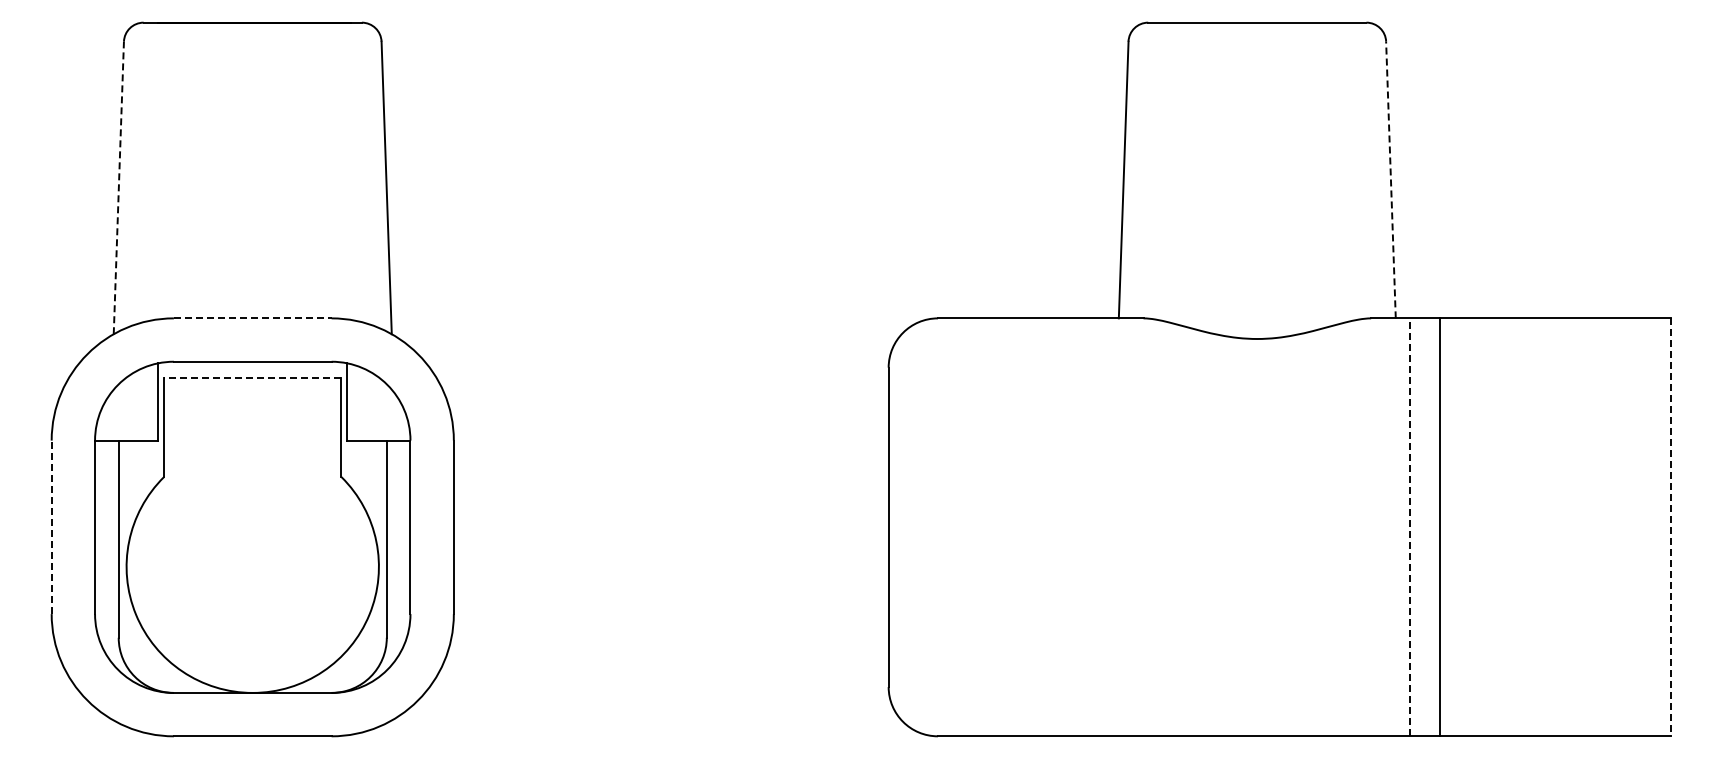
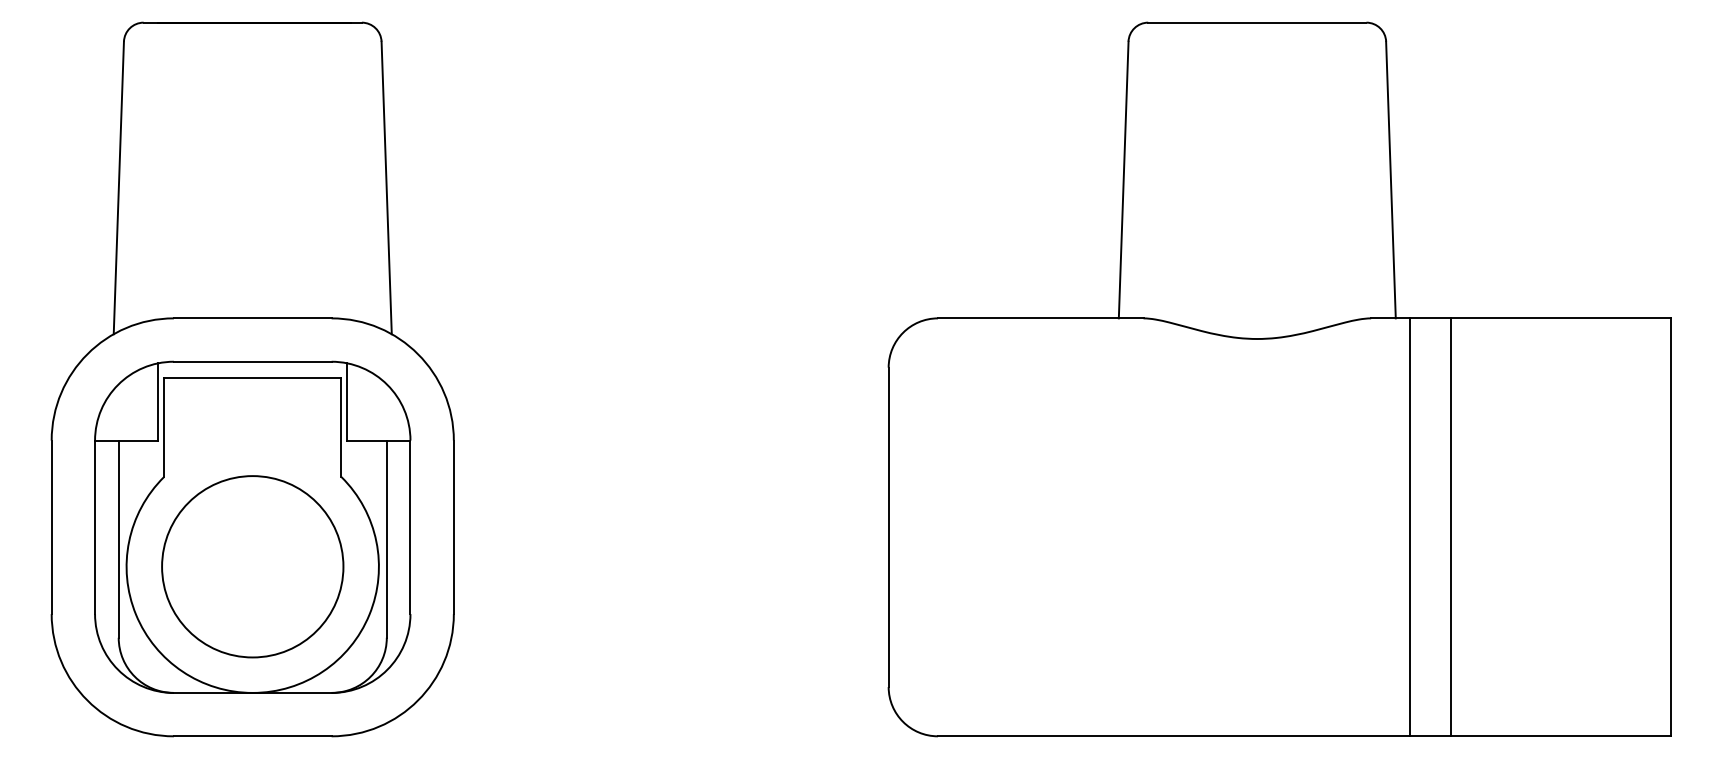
line at (1390, 179): dashed -> solid
line at (118, 187): dashed -> solid
line at (252, 318): dashed -> solid
line at (252, 377): dashed -> solid
line at (51, 527): dashed -> solid
line at (1409, 527): dashed -> solid
line at (1439, 527) position: (1439, 527) -> (1450, 527)
line at (1671, 527): dashed -> solid
circle at (252, 566): none -> present
